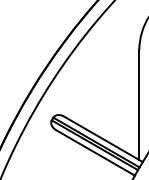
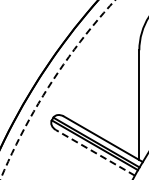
arc at (50, 84): solid -> dashed
line at (95, 152): solid -> dashed
